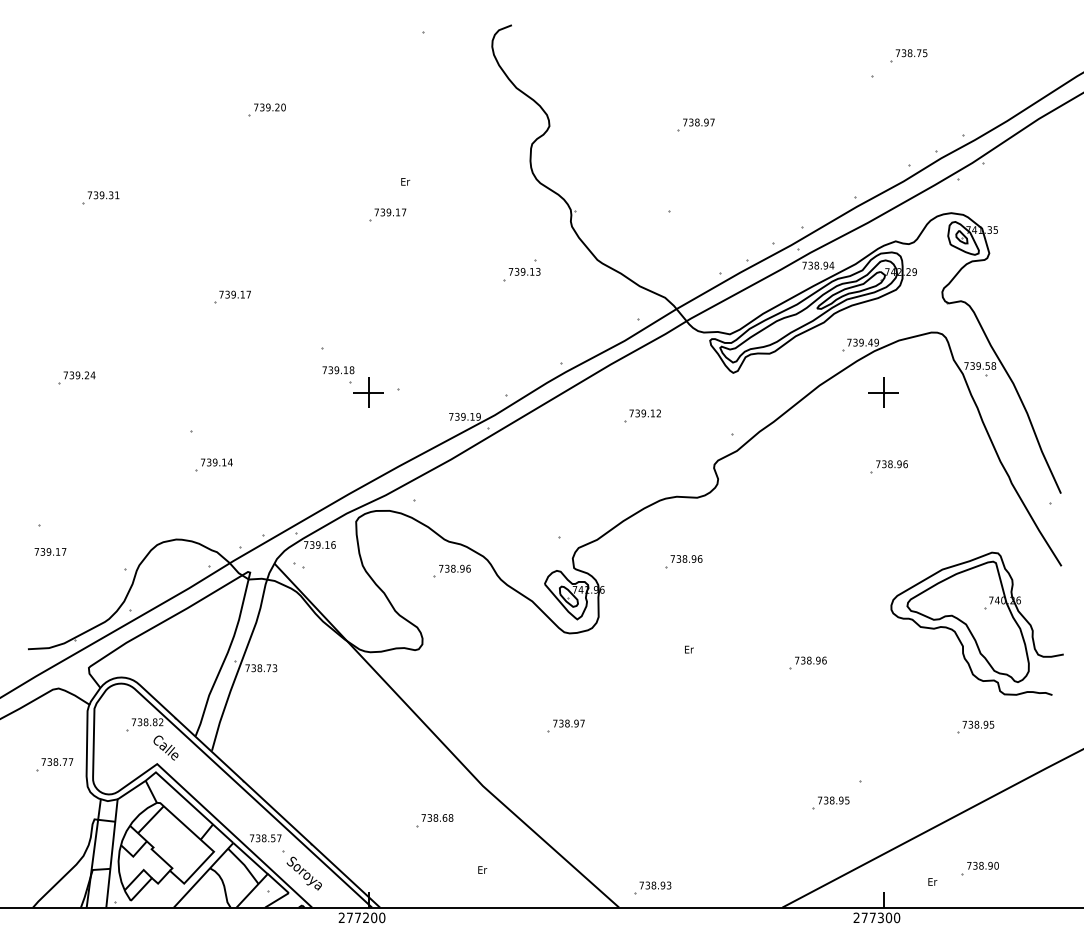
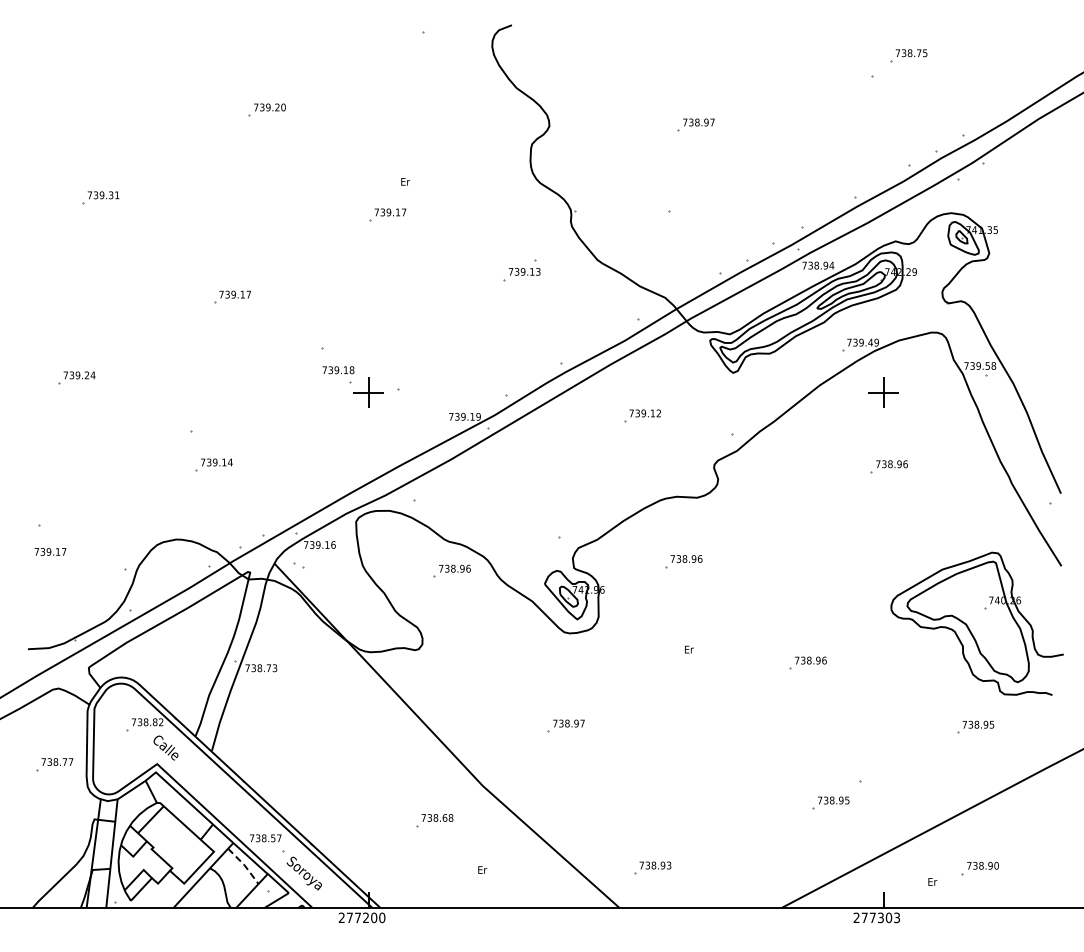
line at (244, 865): solid -> dashed
part at (652, 887) position: (652, 887) -> (652, 867)
text at (897, 917): 277300 -> 277303
